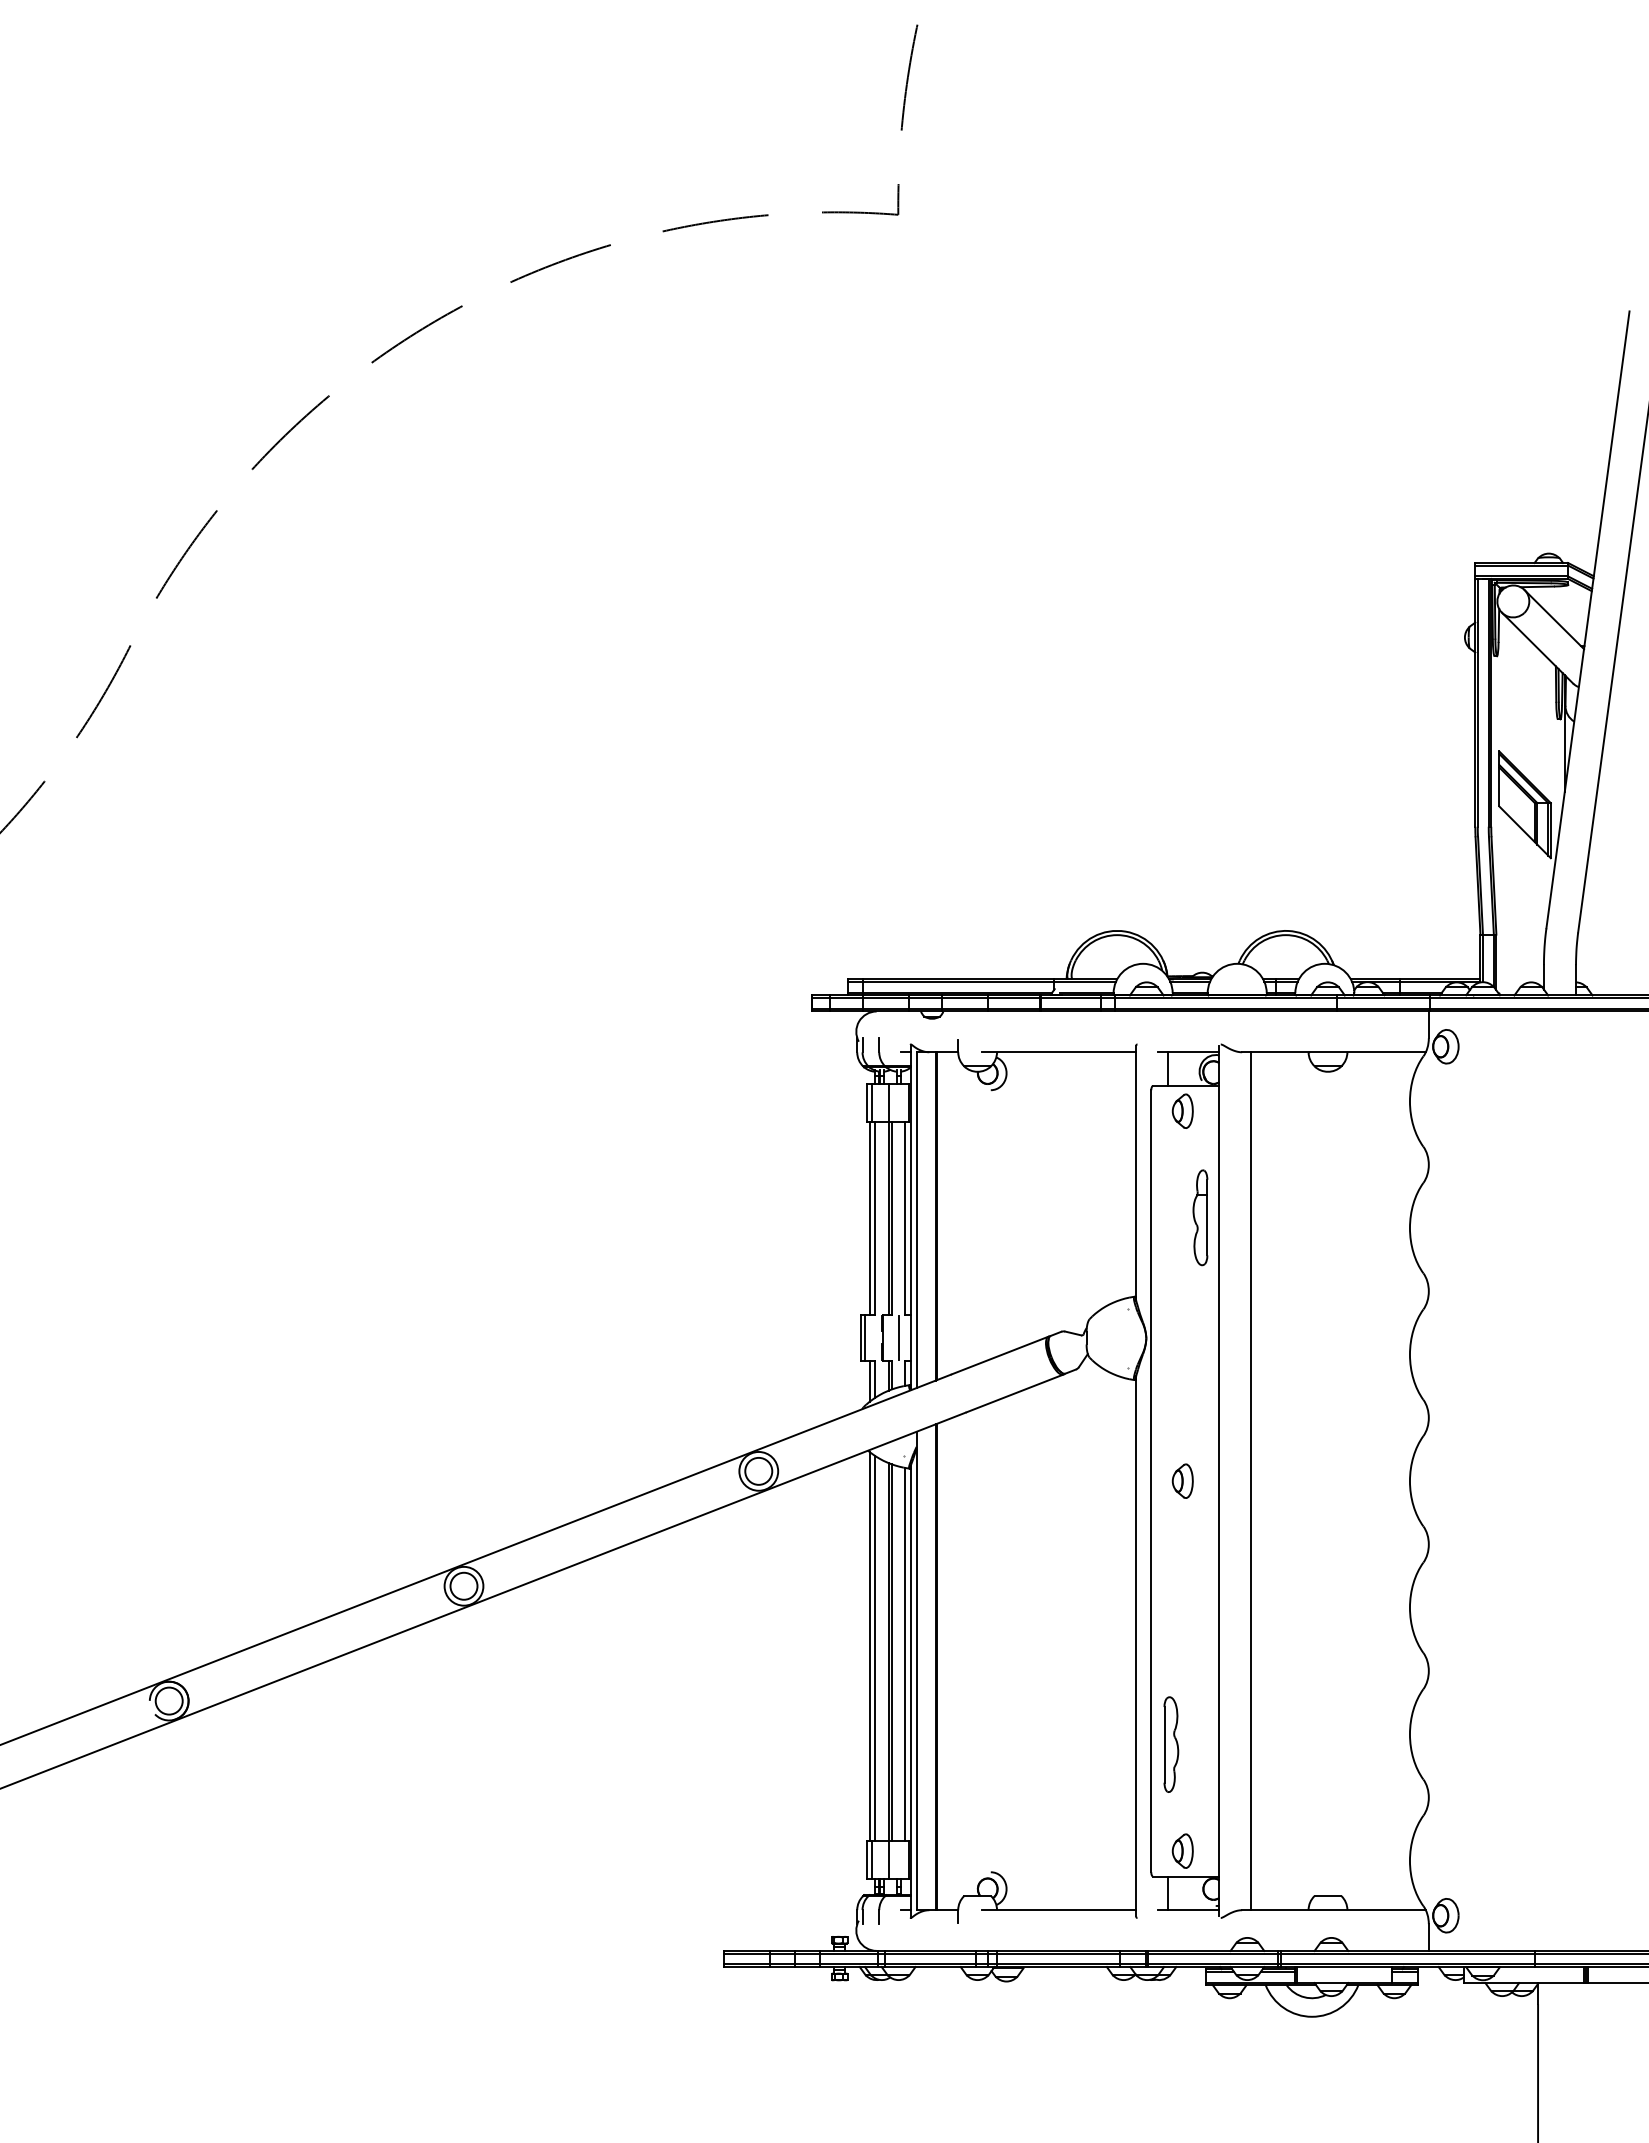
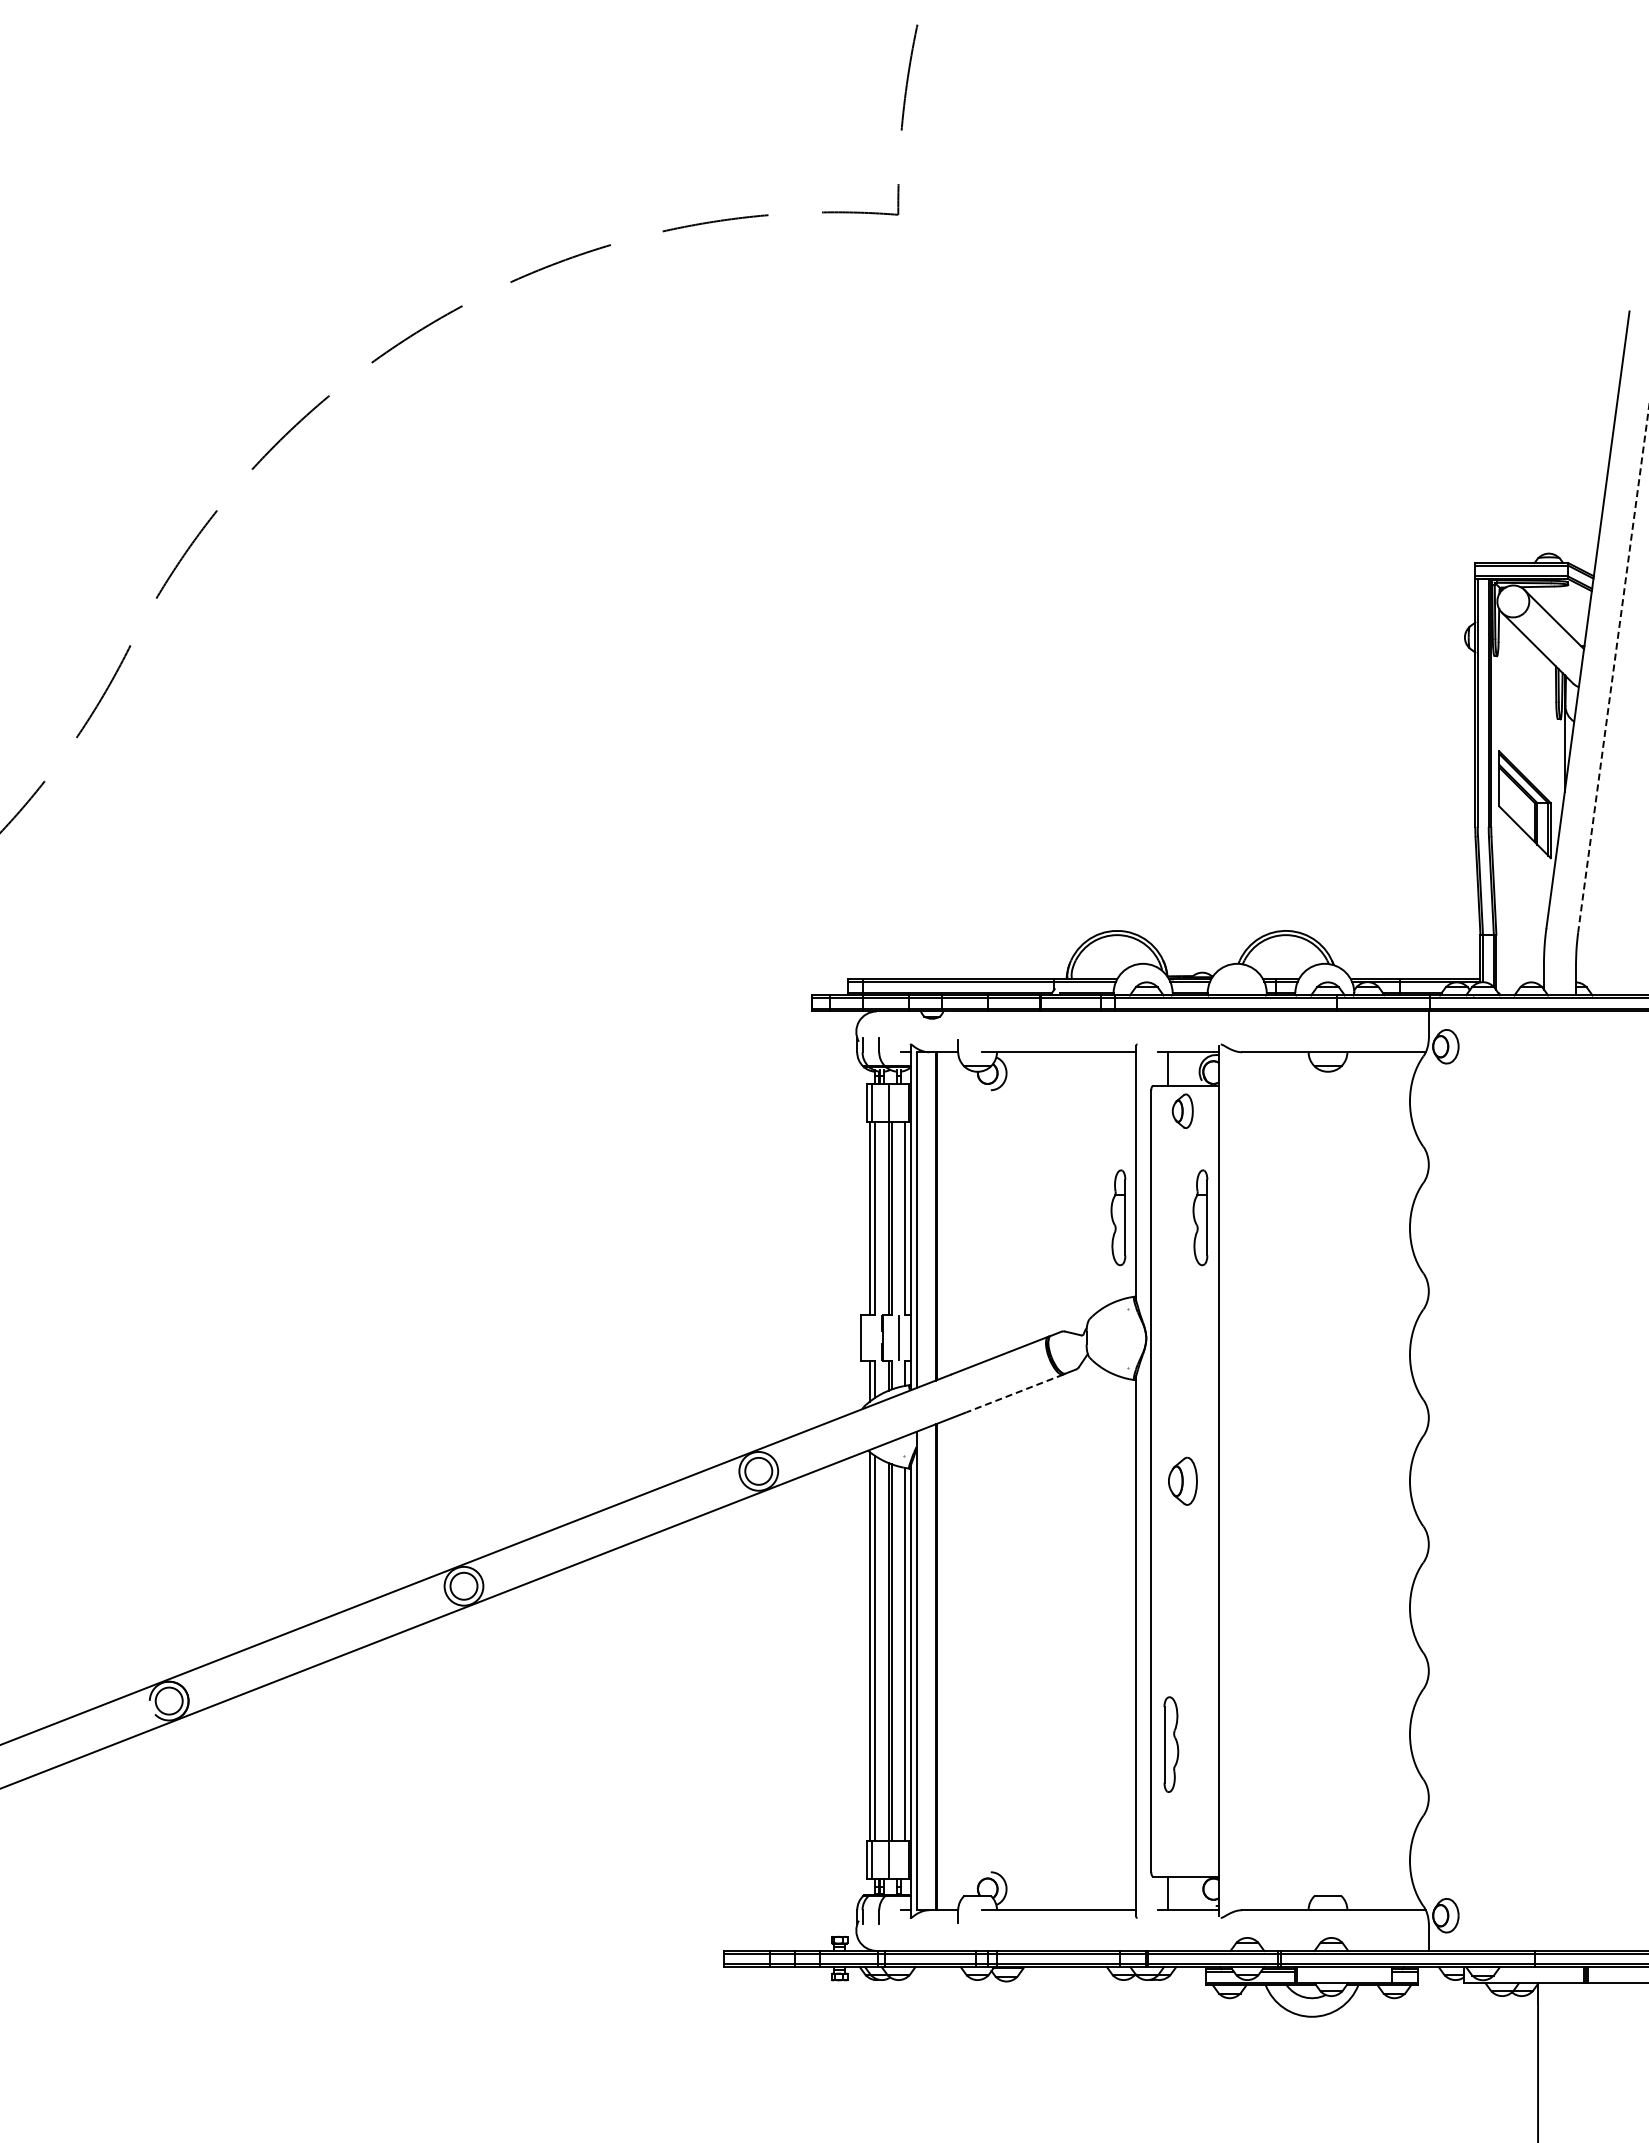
line at (1613, 670): solid -> dashed
part at (1118, 1217): none -> present
line at (865, 1337): present -> none
line at (1015, 1393): solid -> dashed
part at (1182, 1480) size: 23x36 px -> 30x50 px
line at (1251, 1481): present -> none
part at (1182, 1850): present -> none
